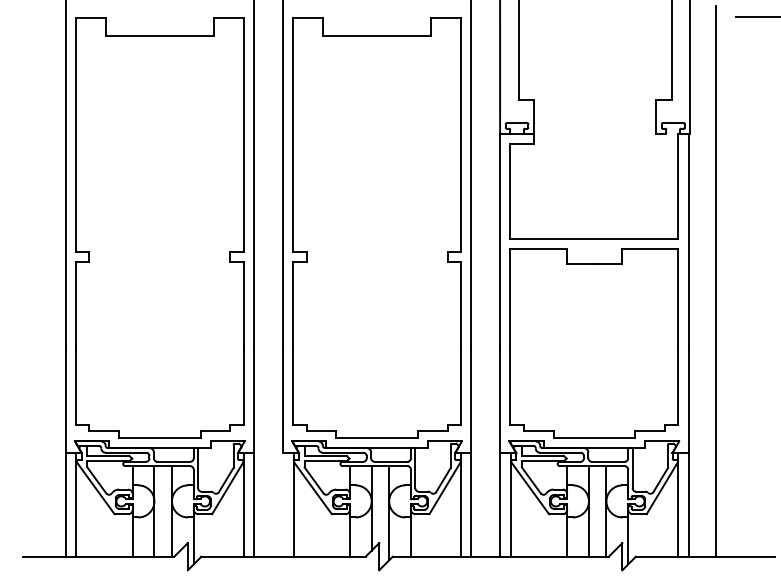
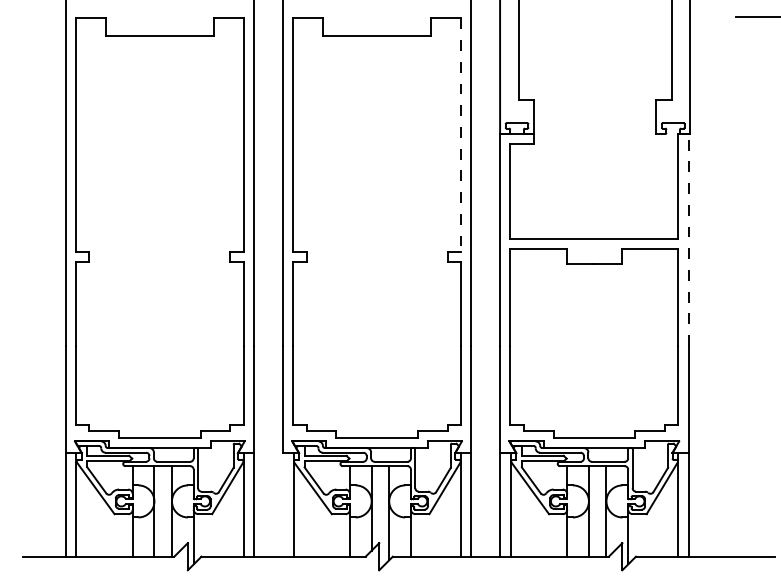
line at (461, 135): solid -> dashed
line at (688, 239): solid -> dashed
line at (715, 280): present -> none
